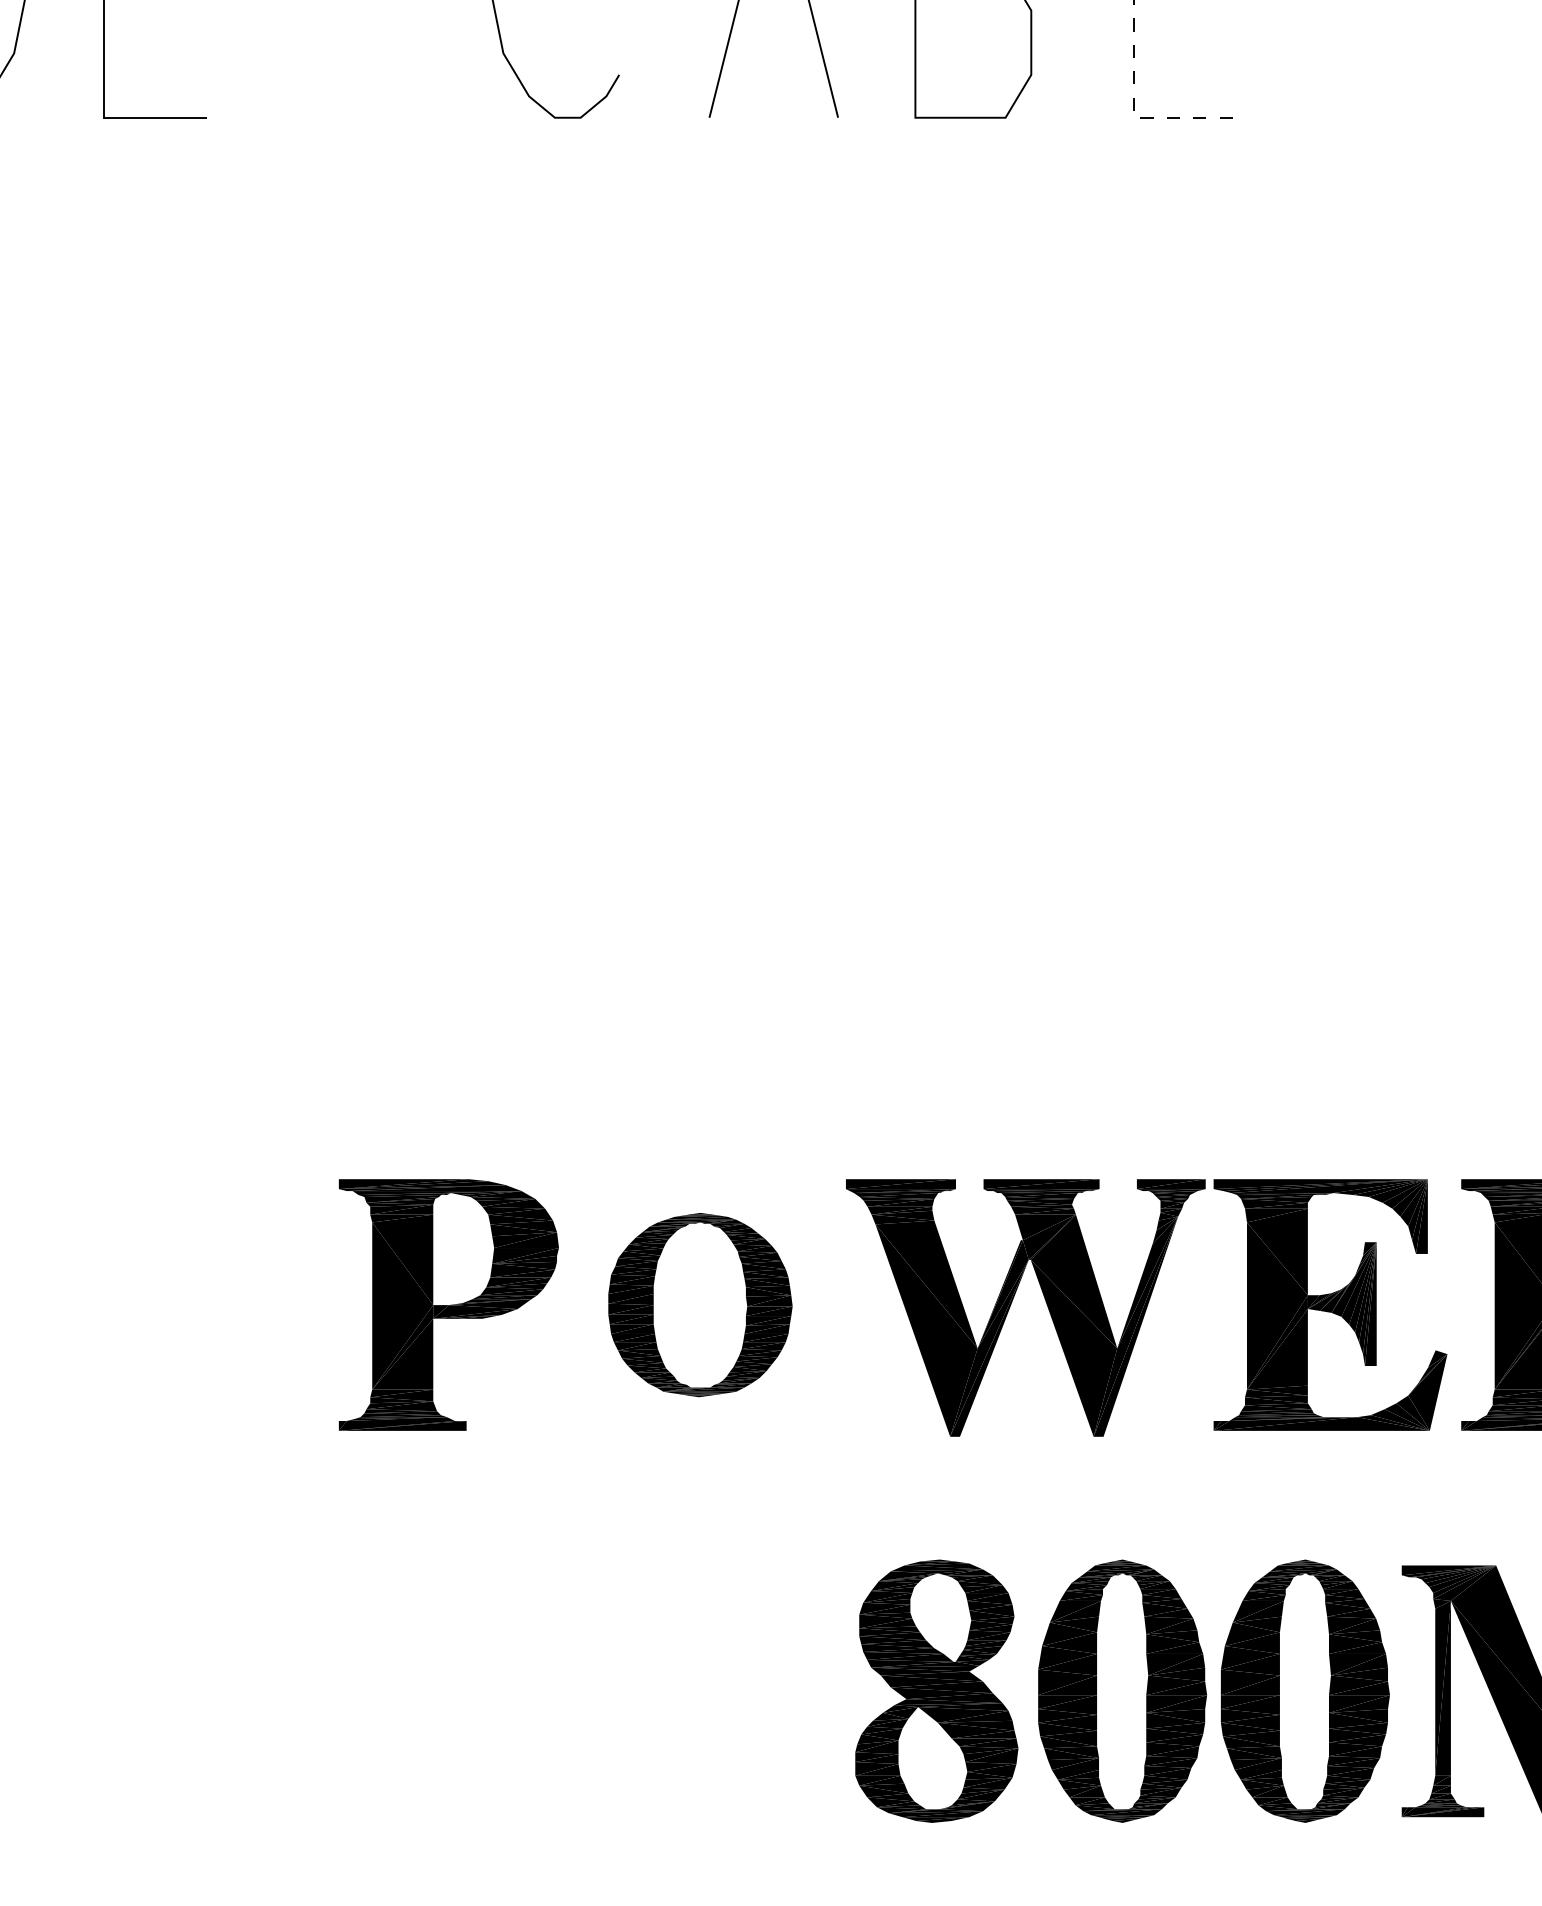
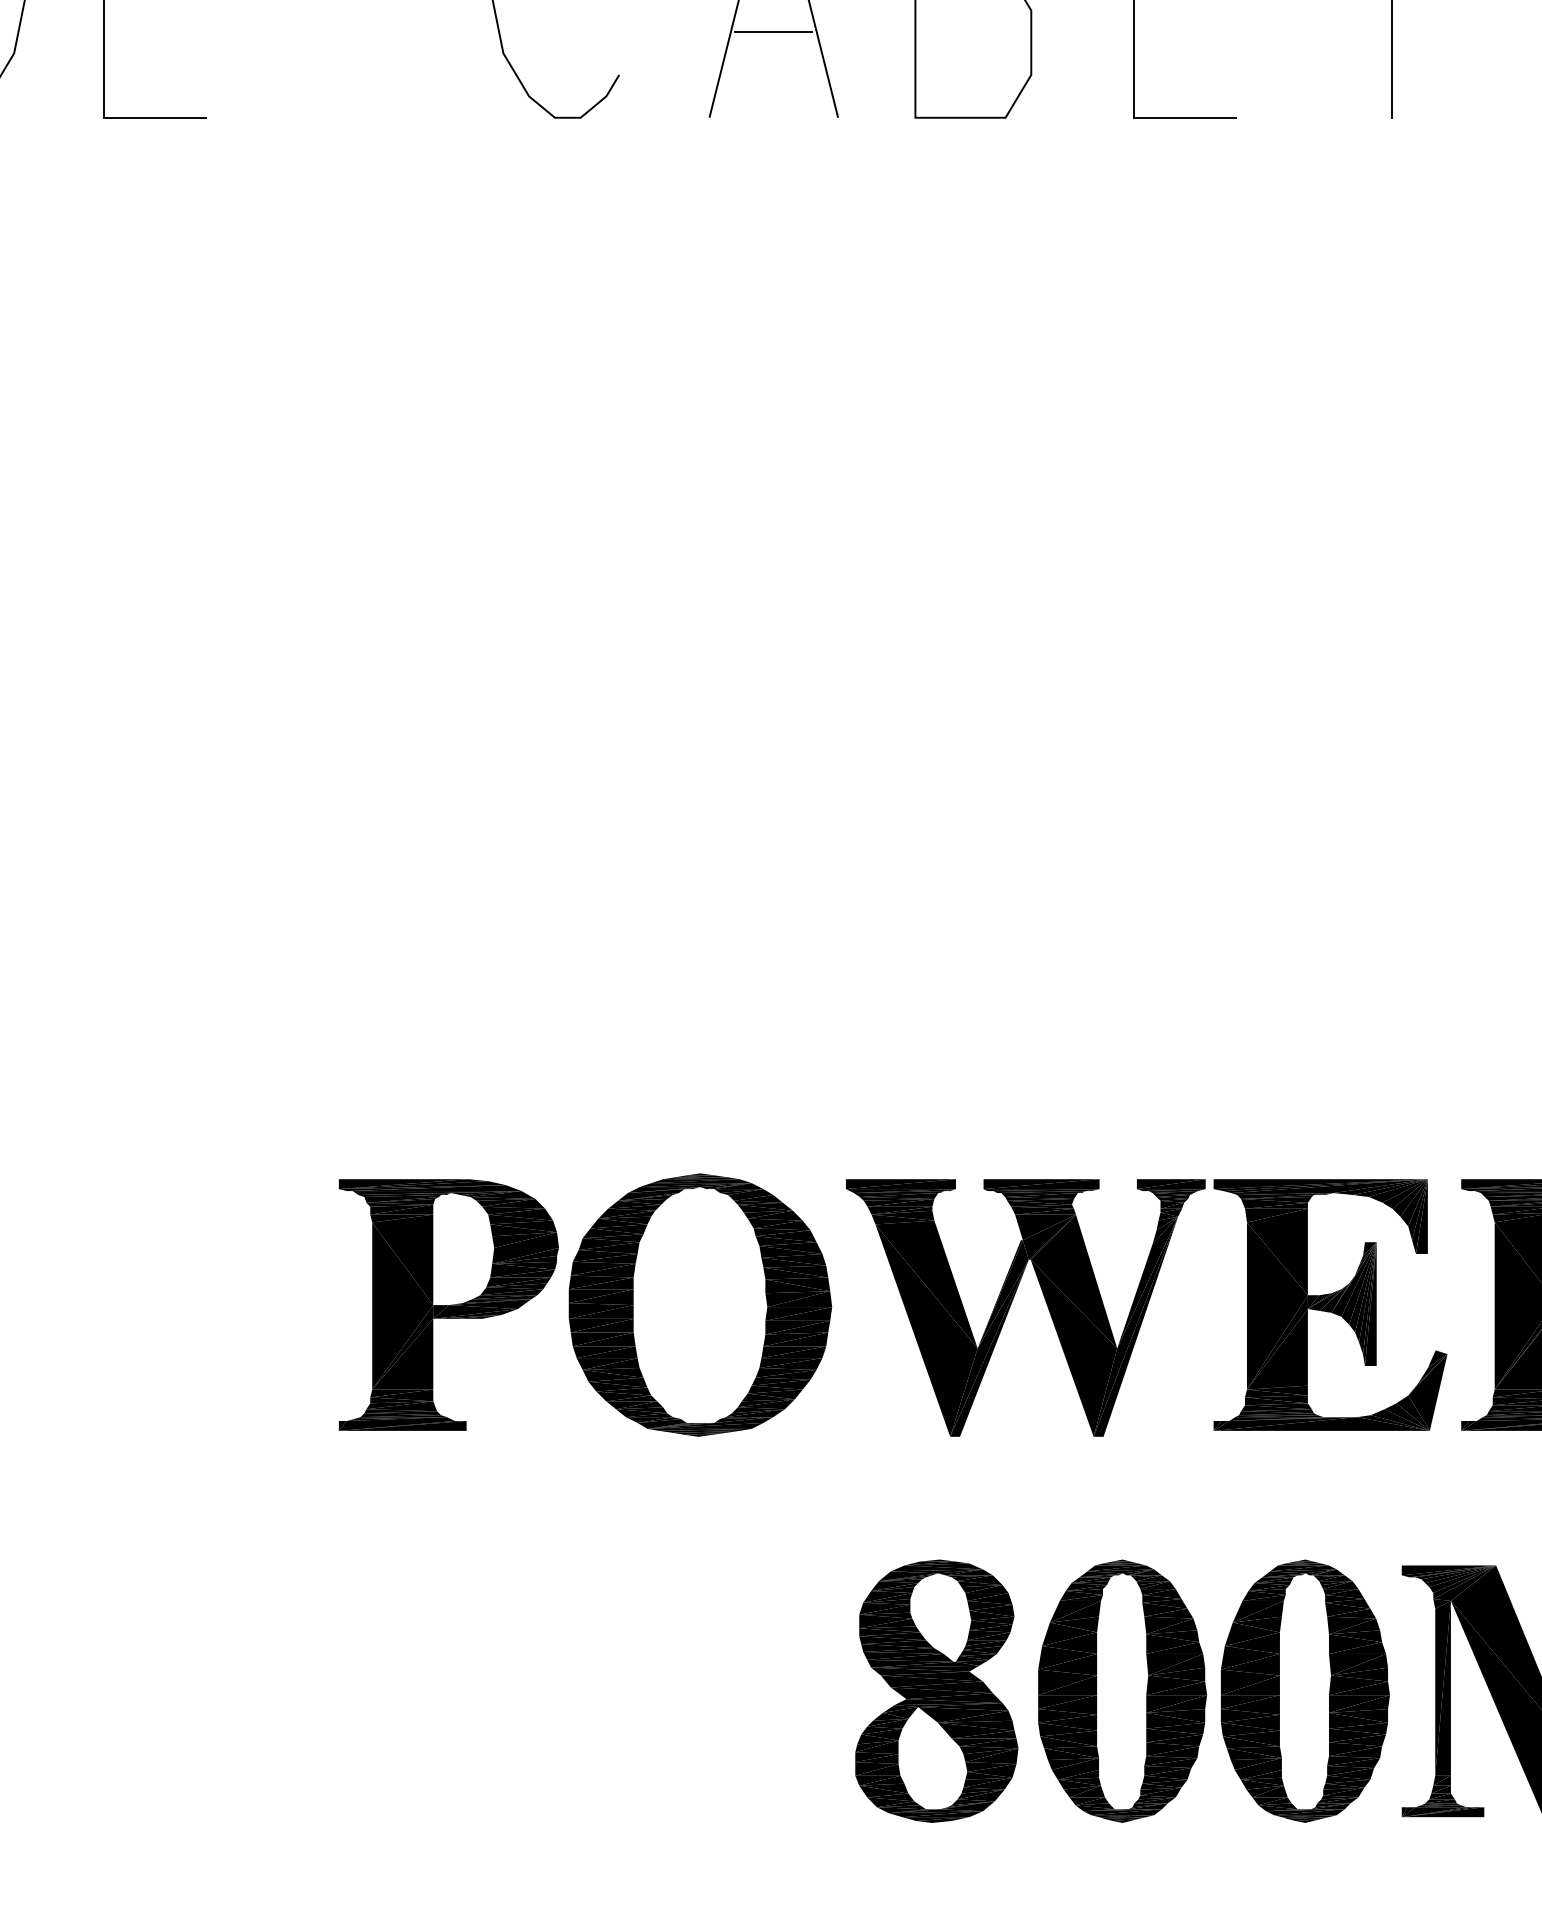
line at (773, 31): none -> present
line at (1391, 59): none -> present
line at (1134, 110): dashed -> solid
part at (700, 1305) size: 185x185 px -> 265x264 px
